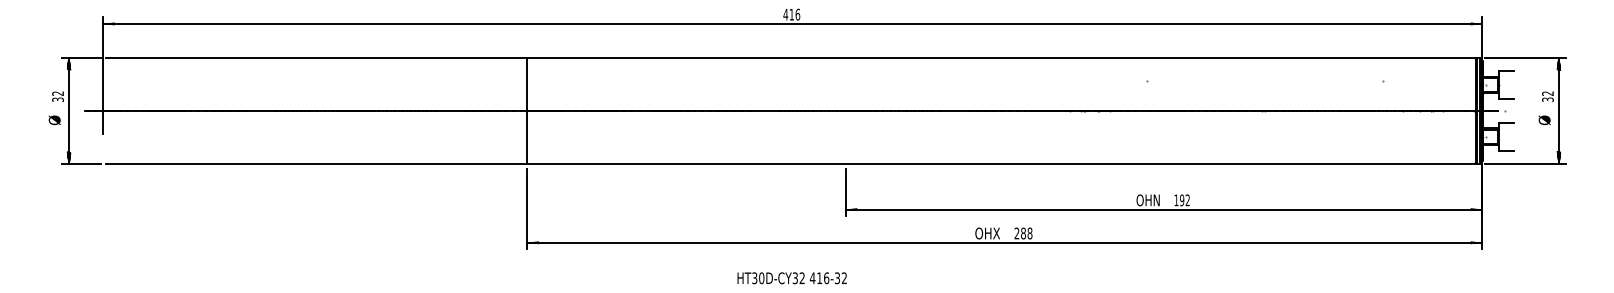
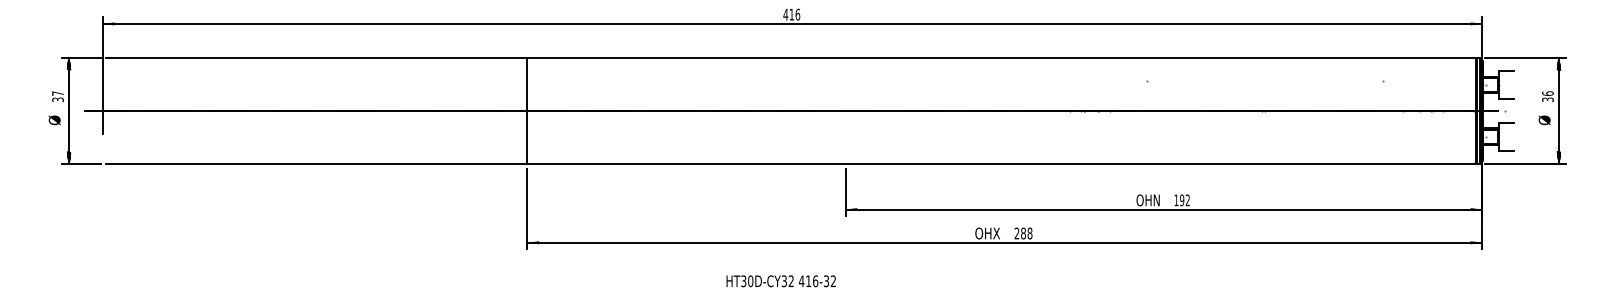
text at (57, 93): 32 -> 37
text at (1547, 93): 32 -> 36
text at (791, 278) position: (791, 278) -> (780, 281)
